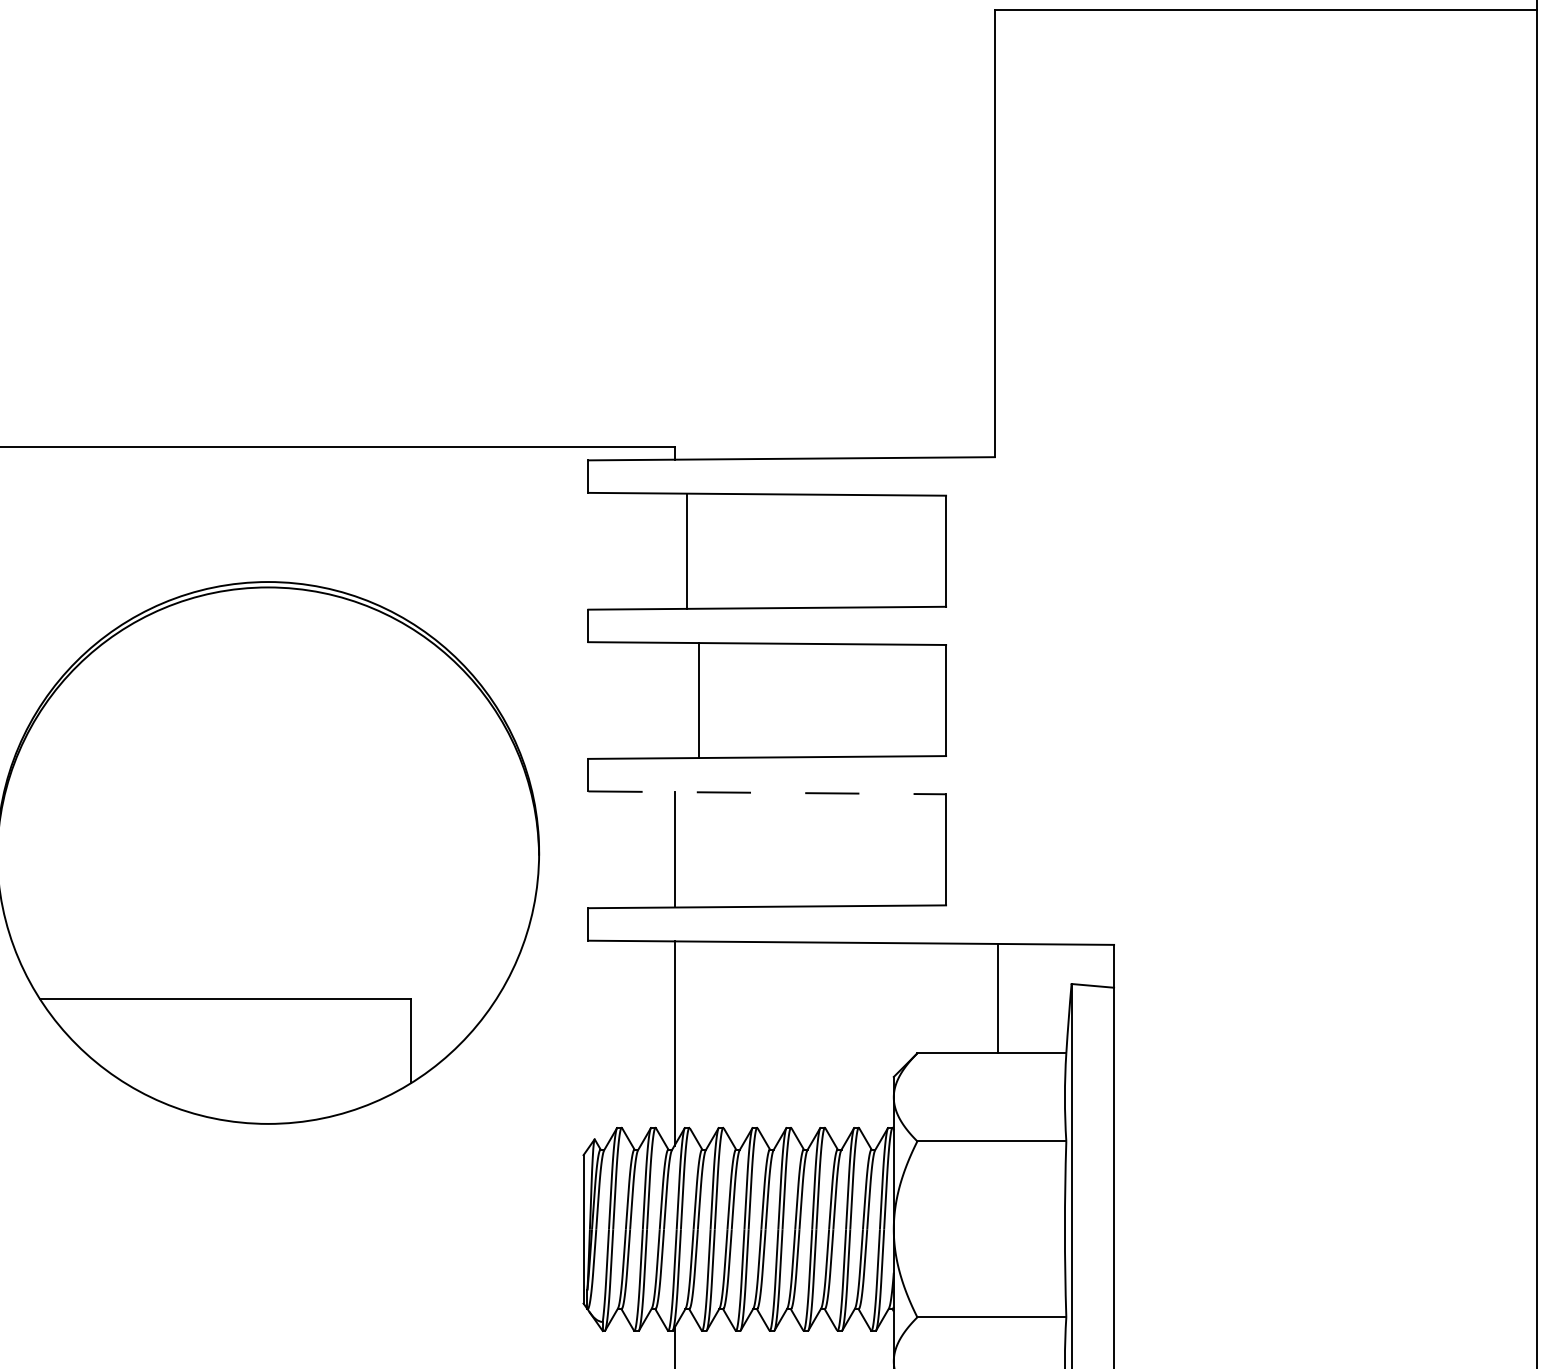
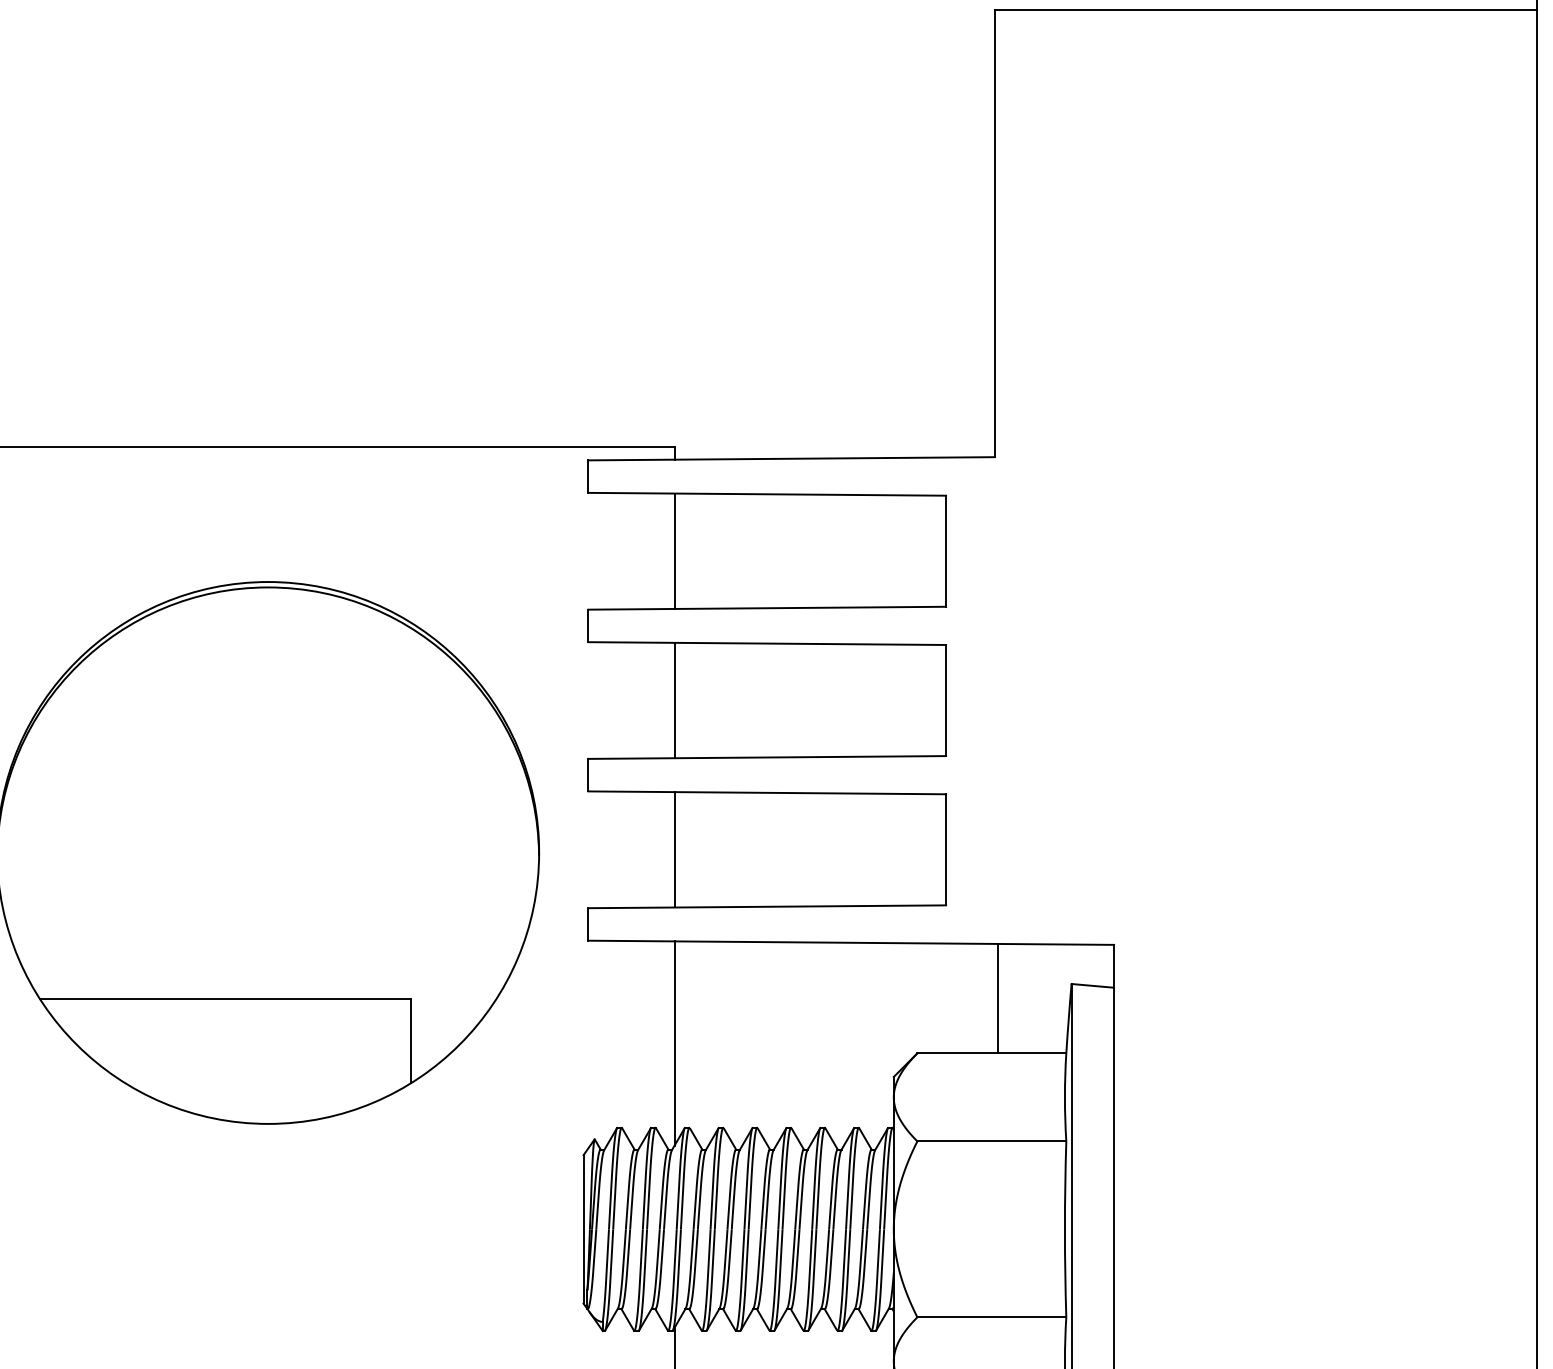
line at (686, 550) position: (686, 550) -> (674, 550)
line at (698, 700) position: (698, 700) -> (674, 700)
line at (767, 792): dashed -> solid
